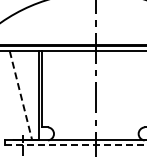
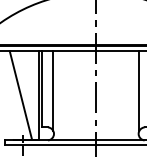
line at (53, 90): none -> present
line at (139, 90): none -> present
line at (20, 95): dashed -> solid
line at (75, 145): dashed -> solid
